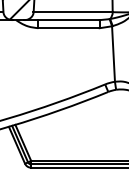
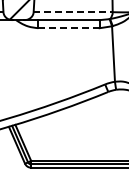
line at (72, 12): solid -> dashed
line at (69, 28): solid -> dashed
